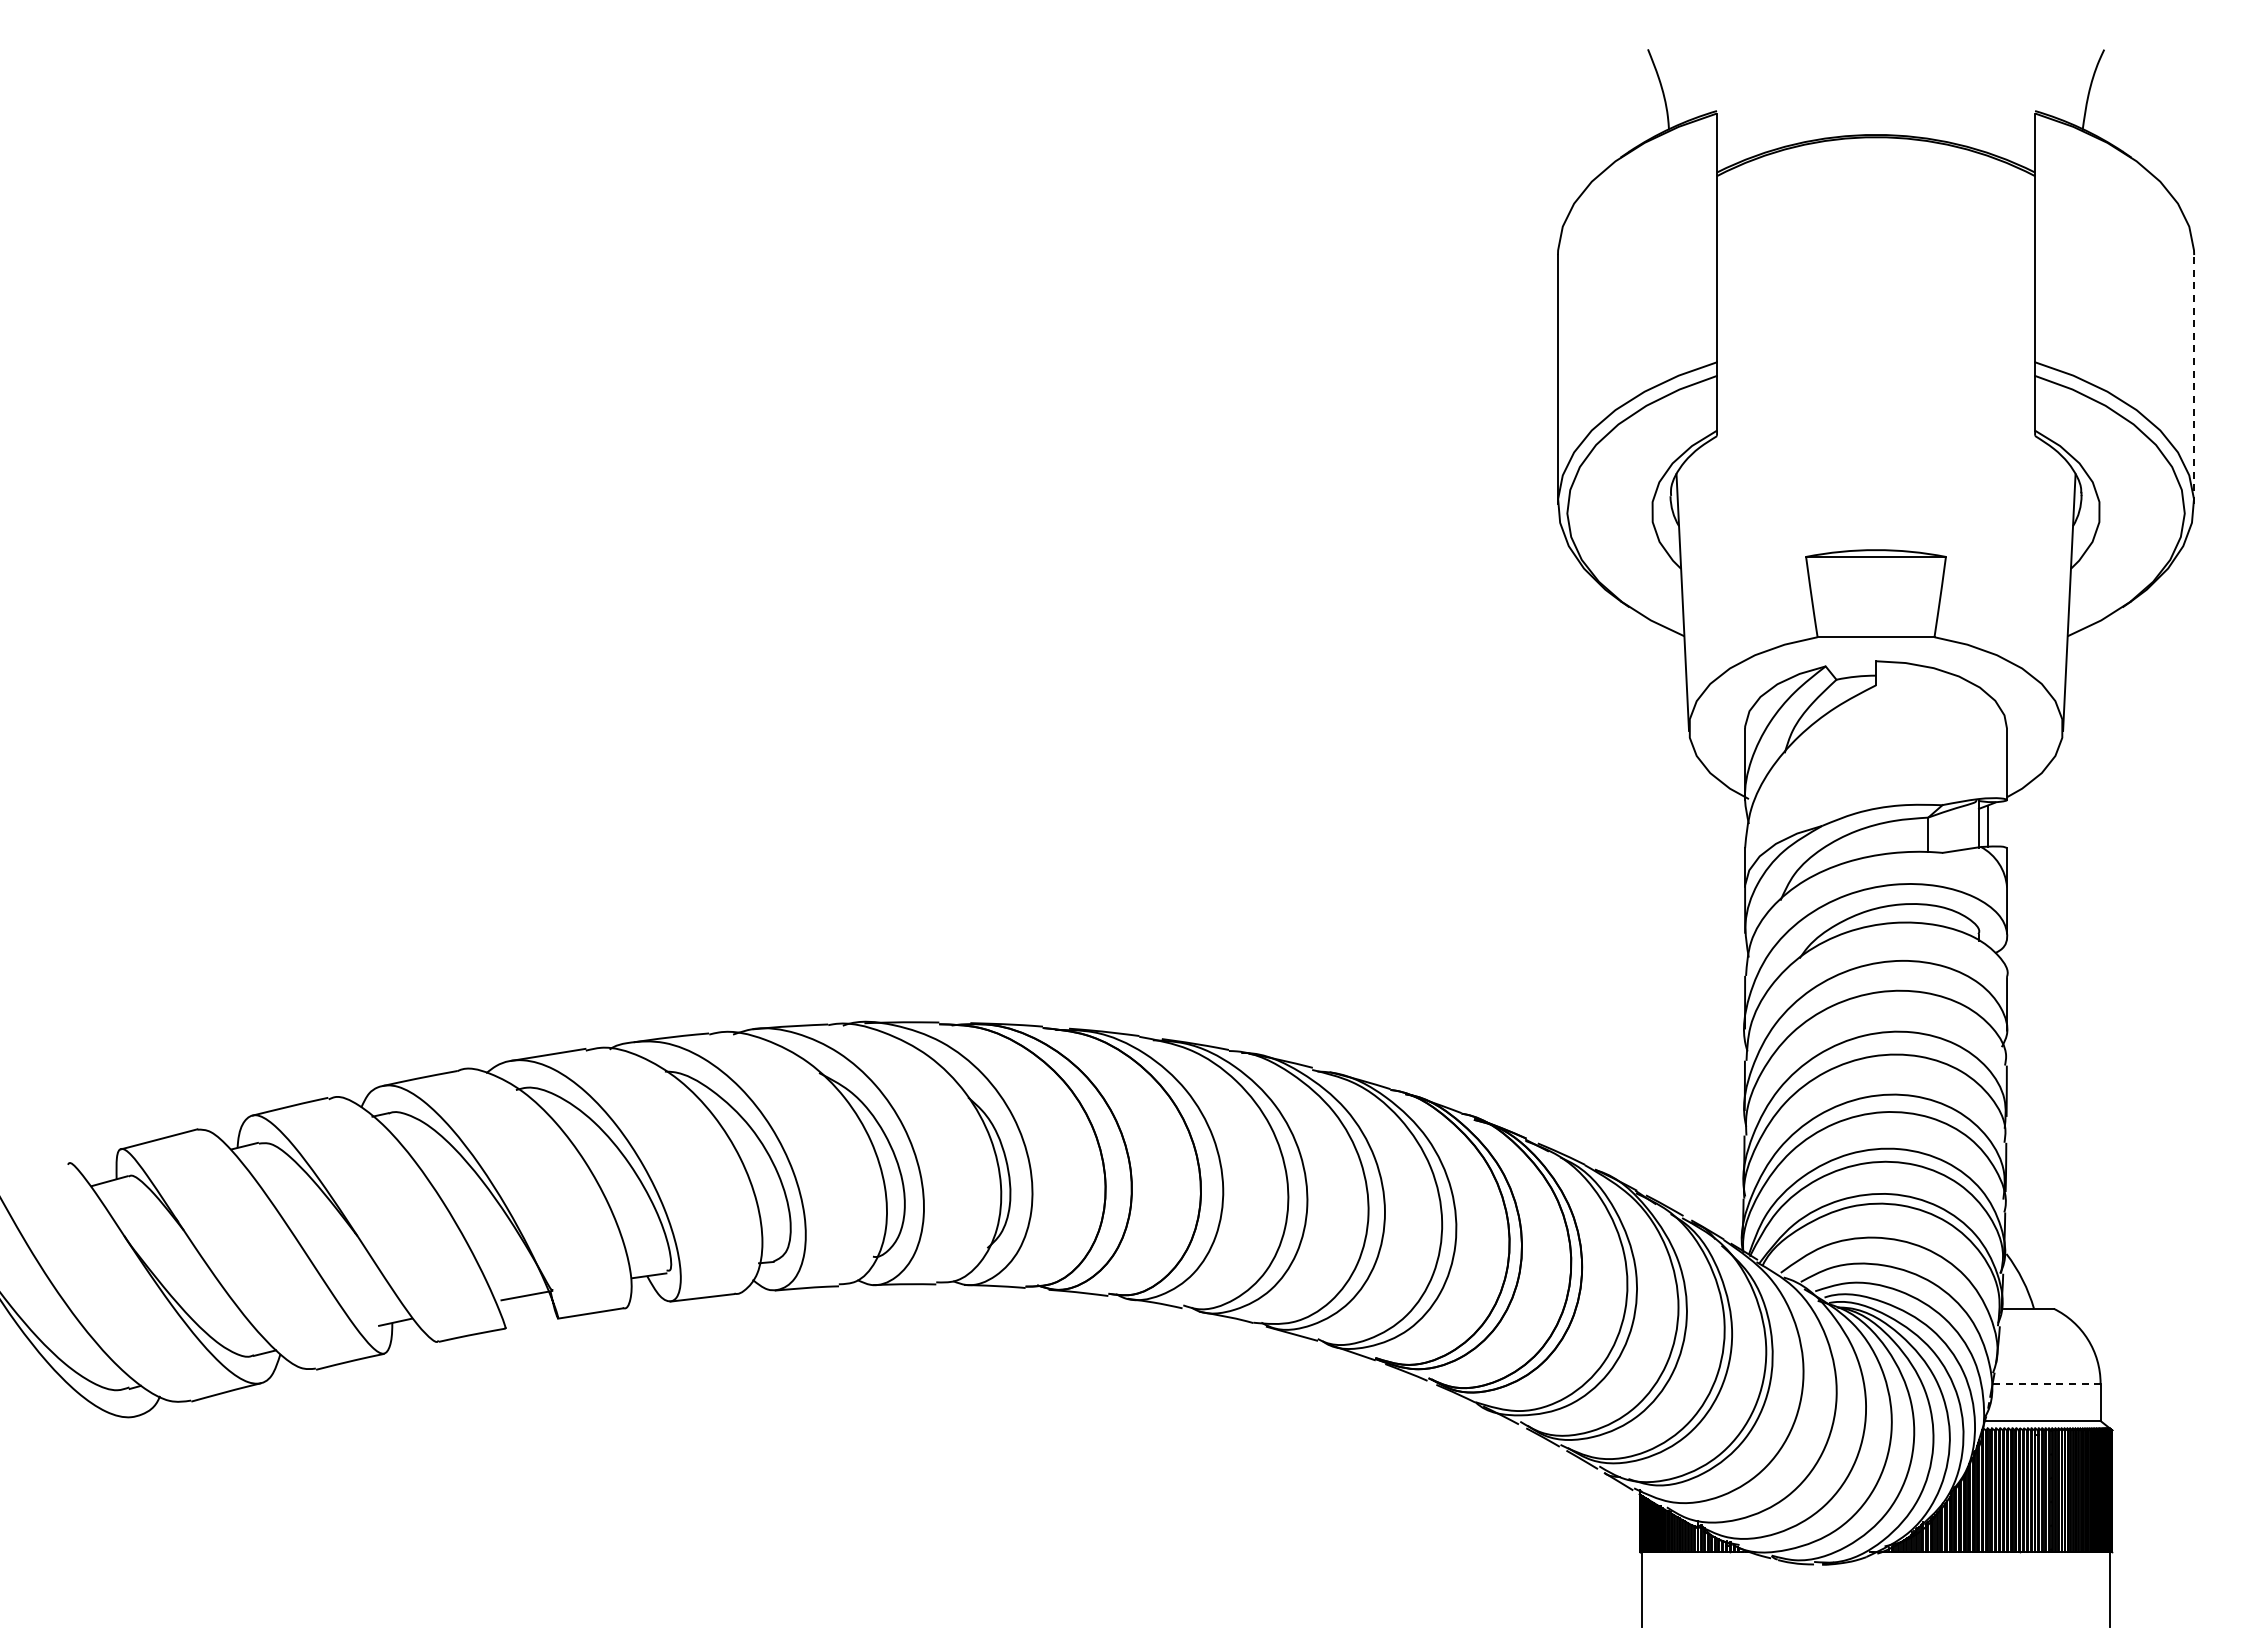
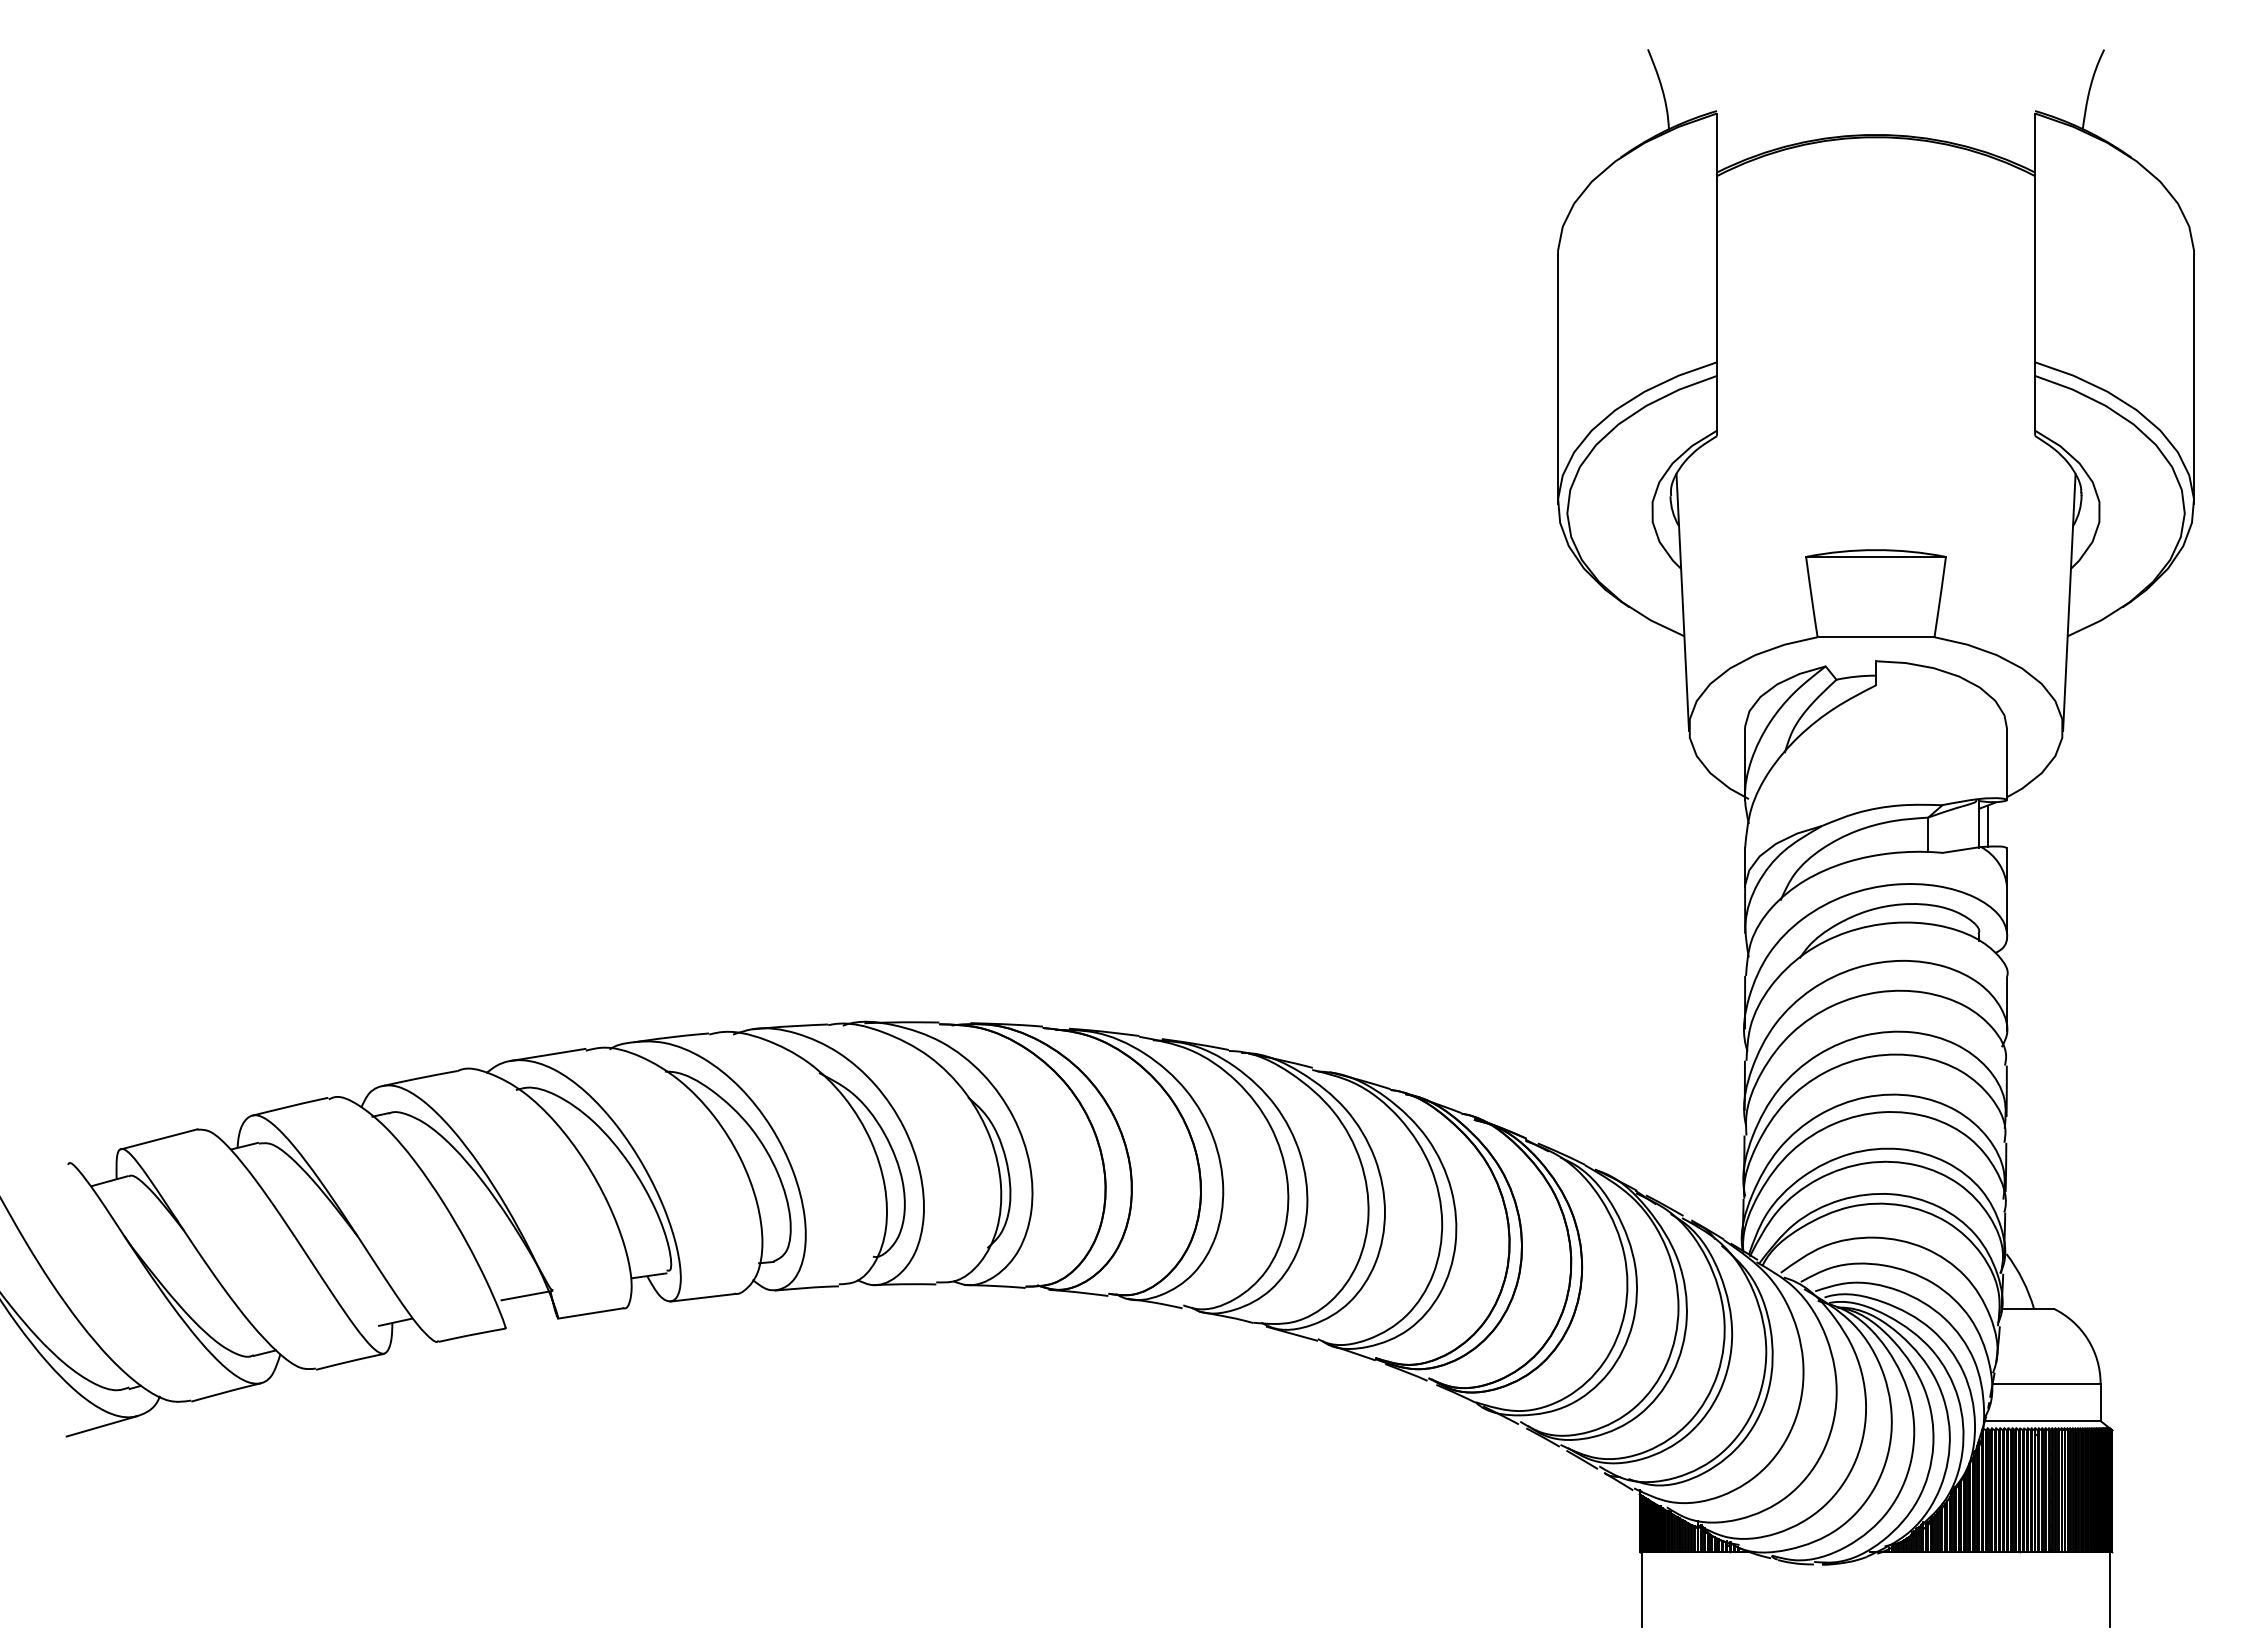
line at (2194, 378): dashed -> solid
line at (2046, 1383): dashed -> solid
line at (101, 1426): none -> present
